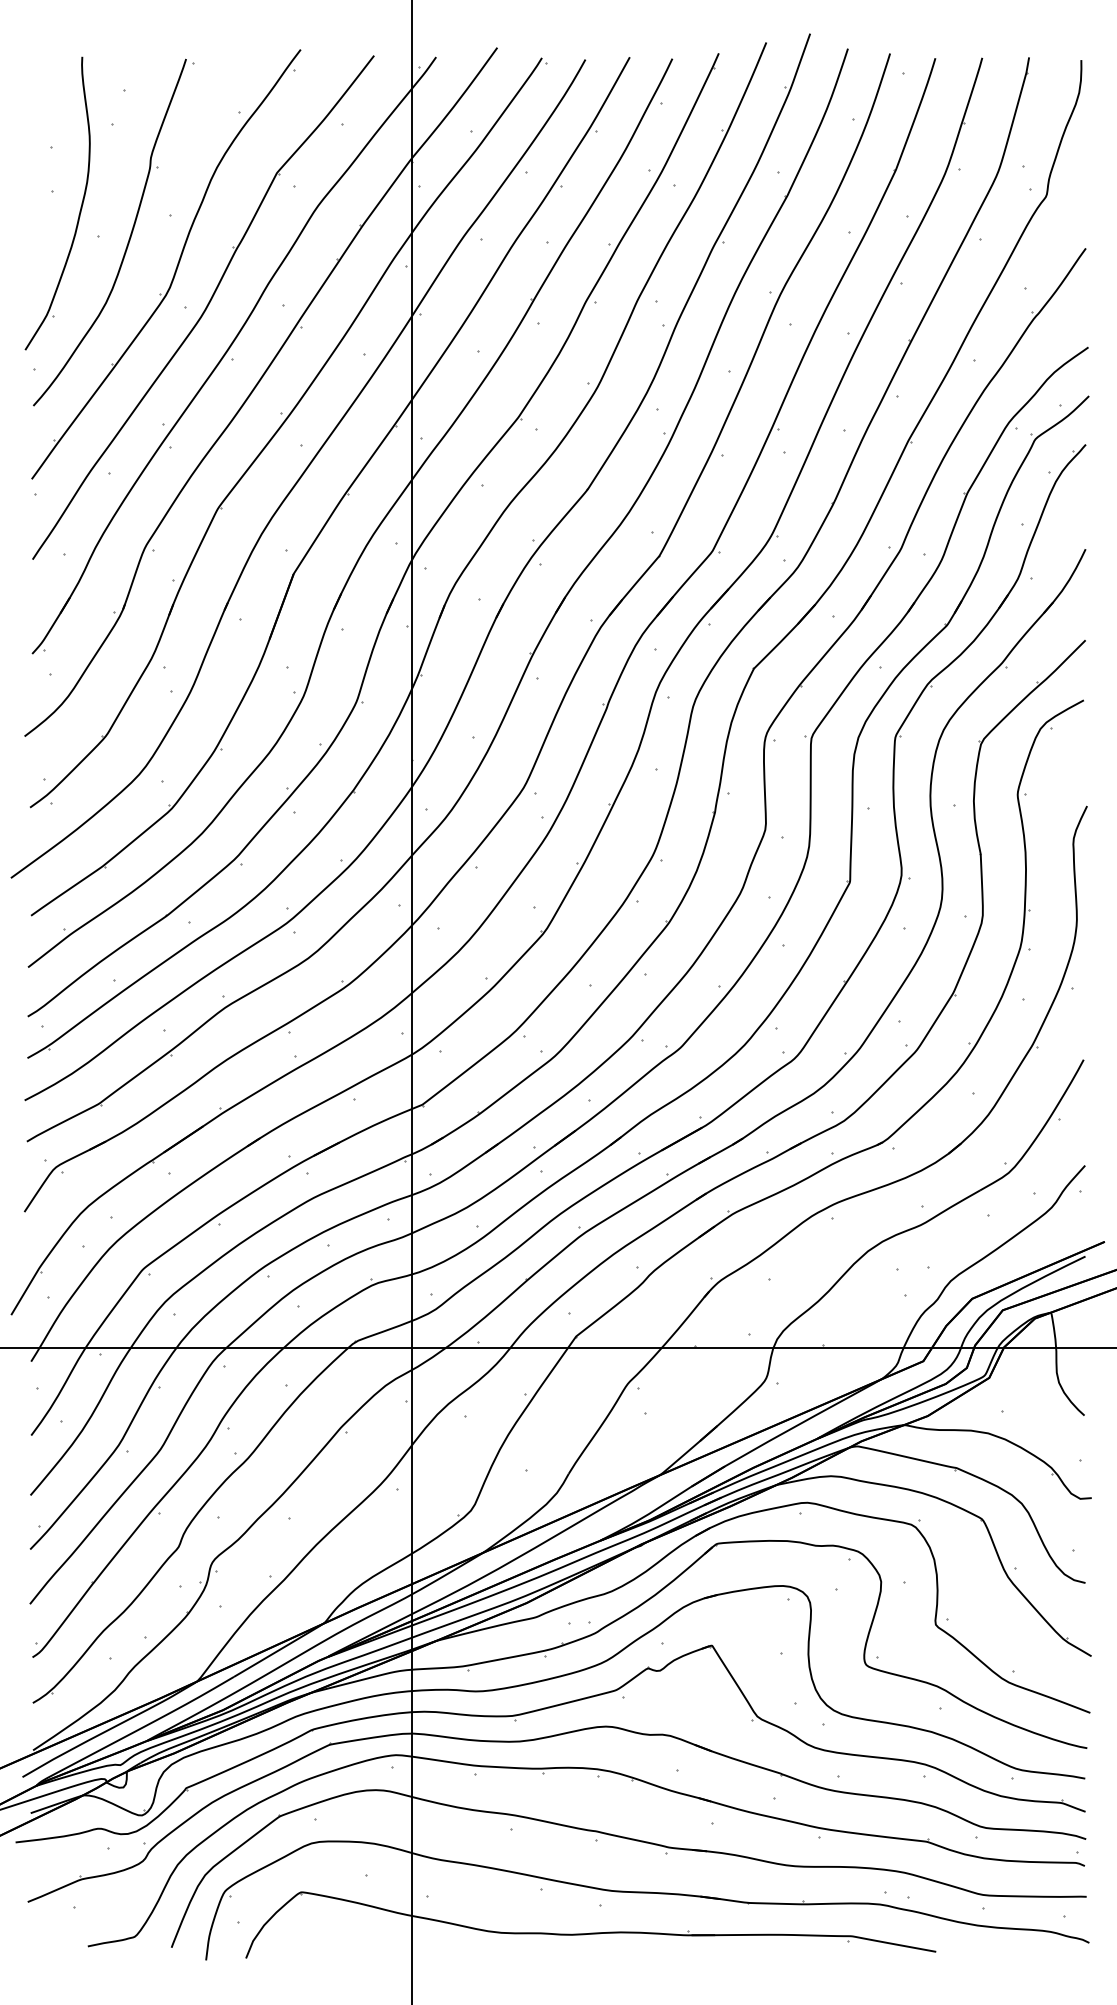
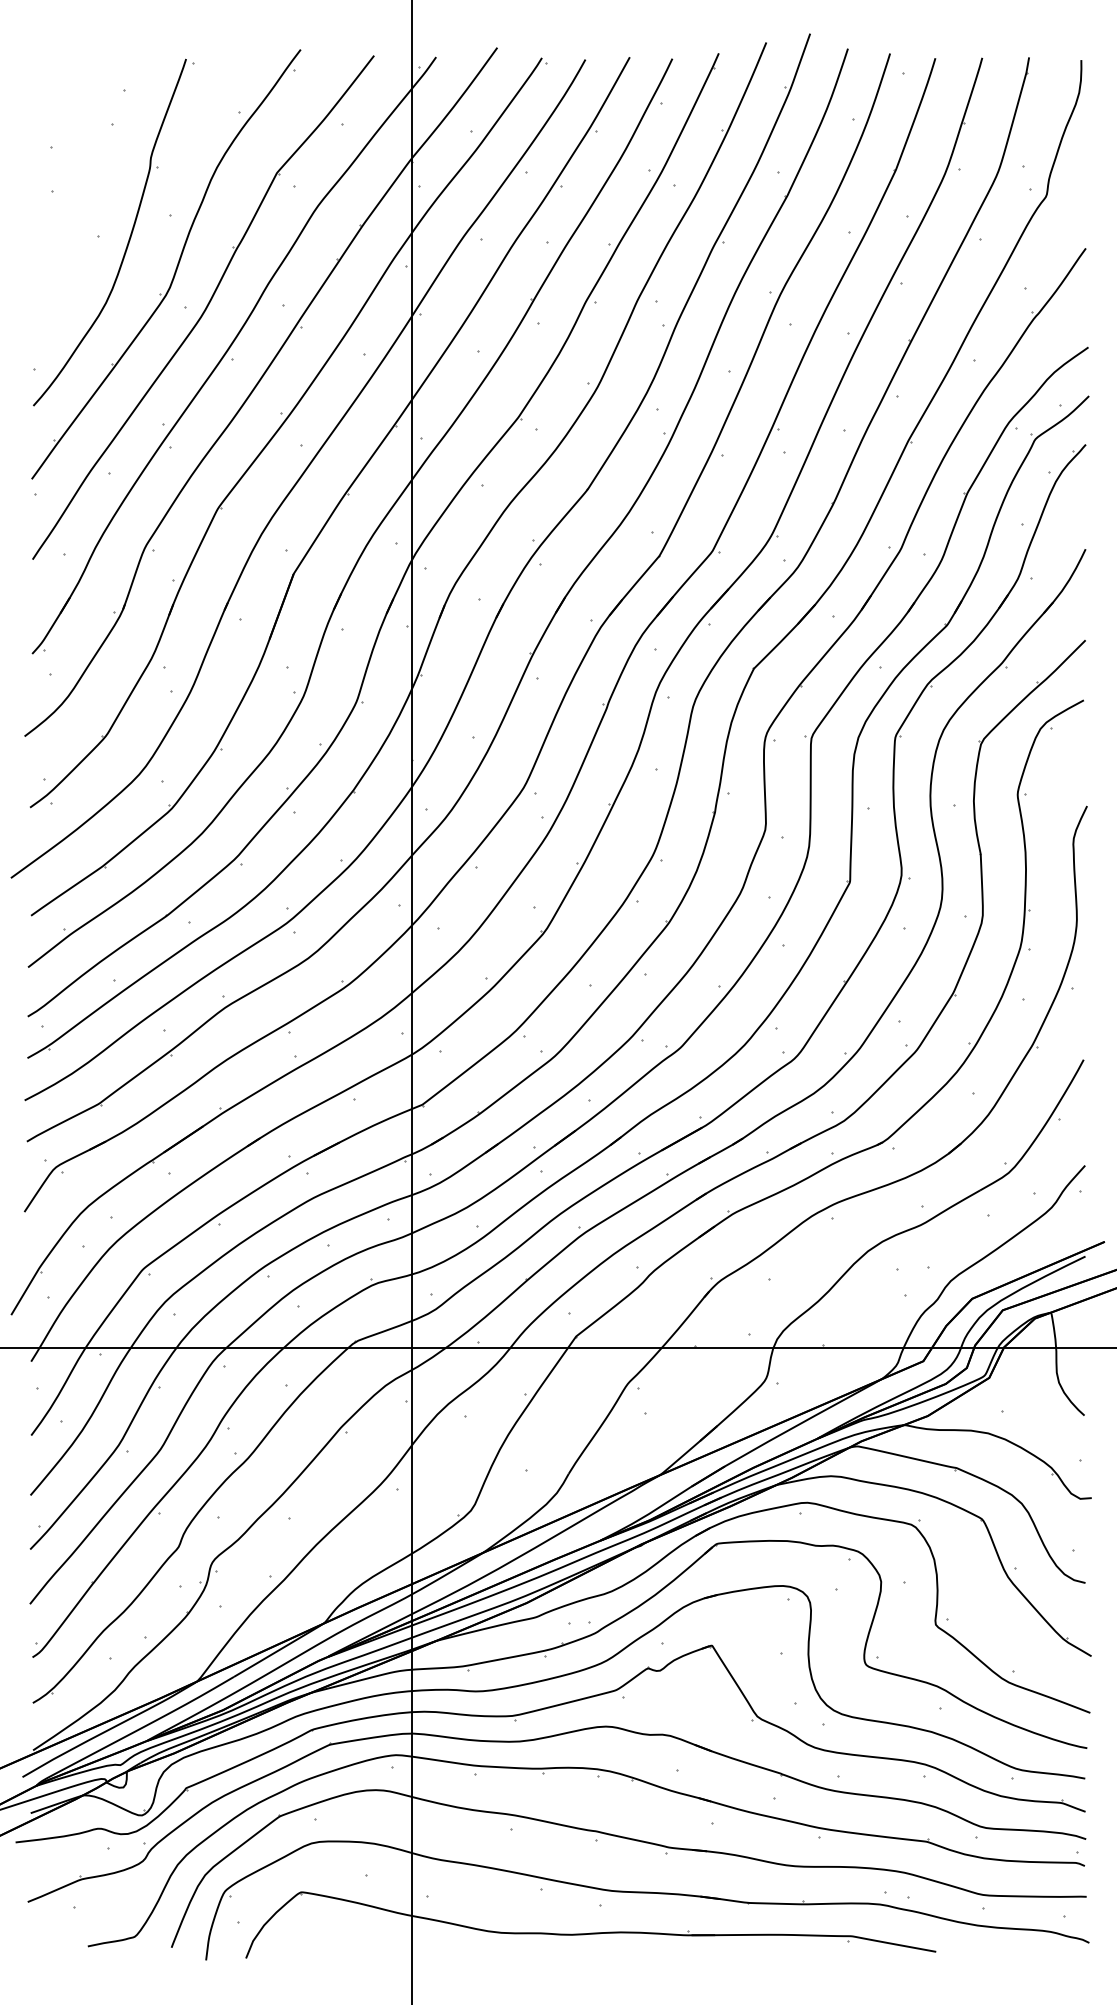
part at (79, 210): present -> none
